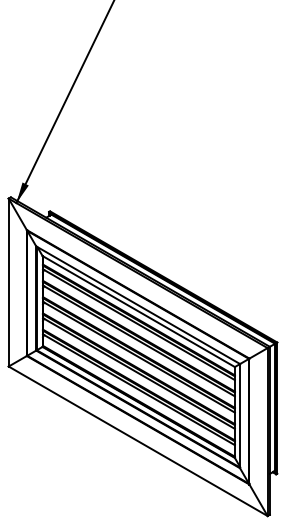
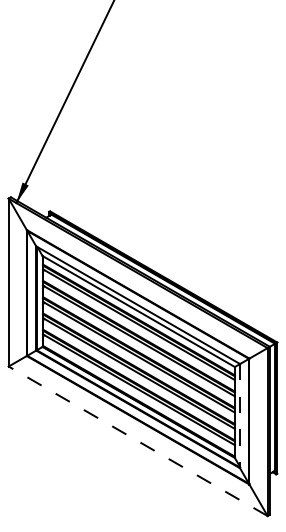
line at (240, 416): solid -> dashed
line at (138, 441): solid -> dashed
